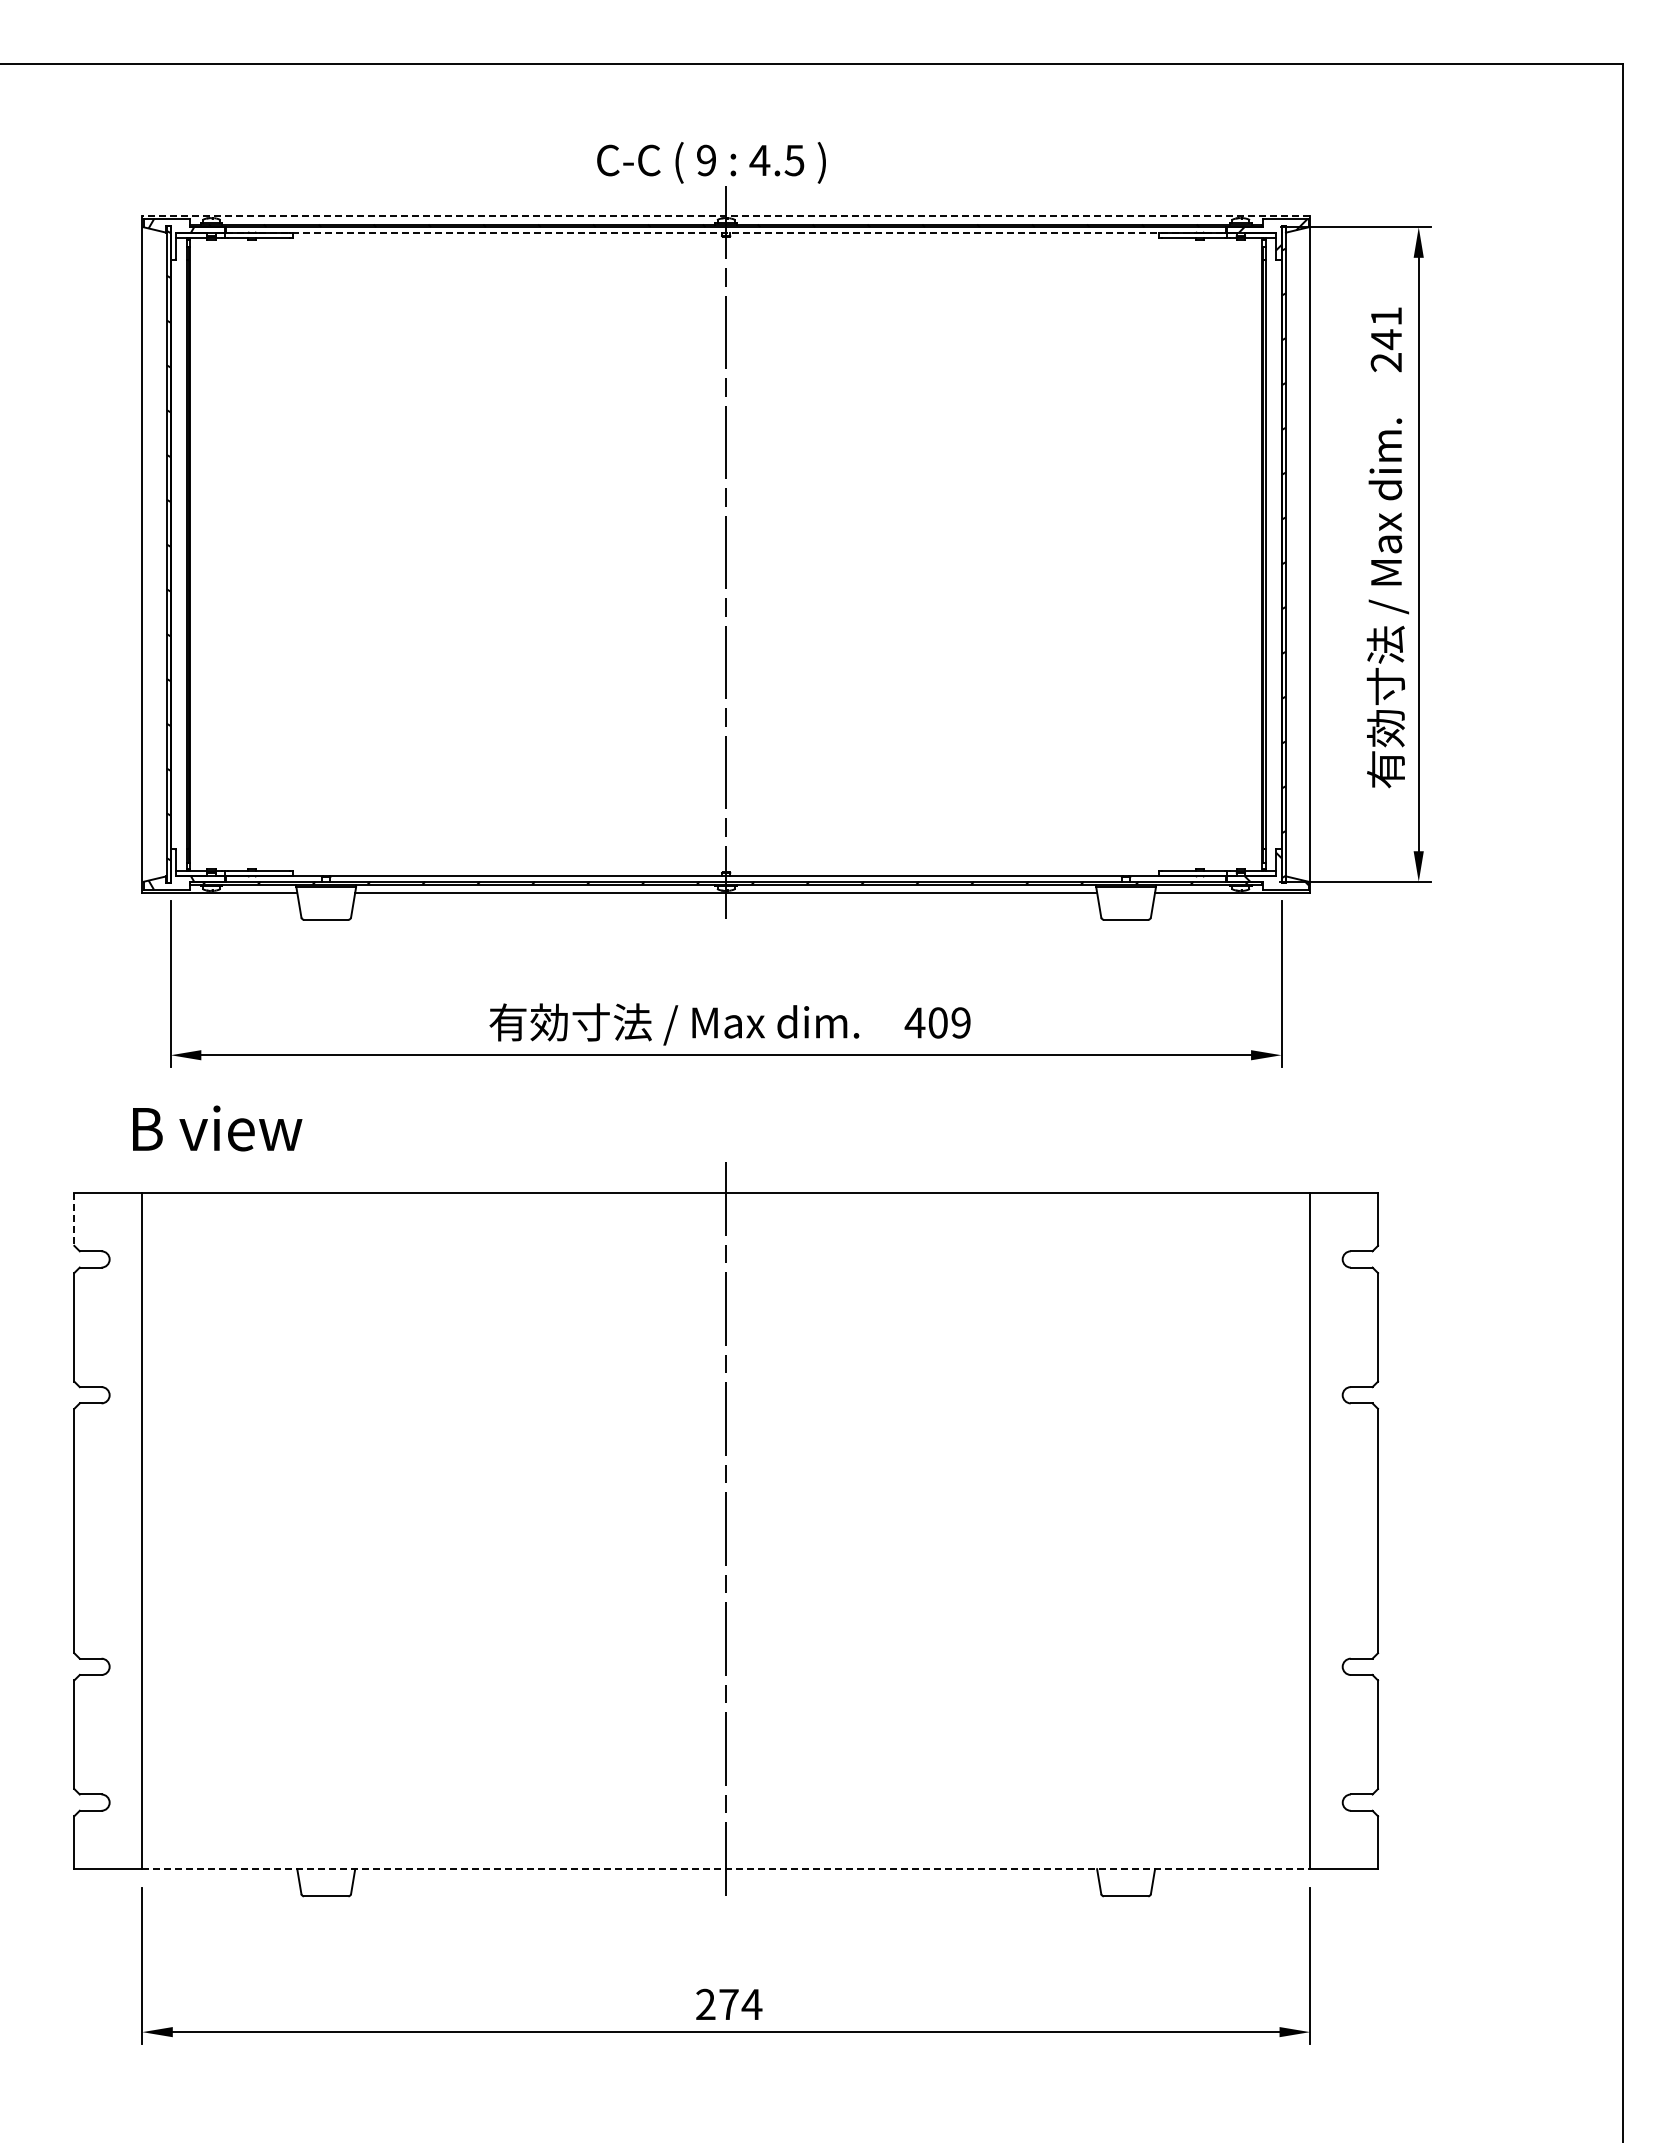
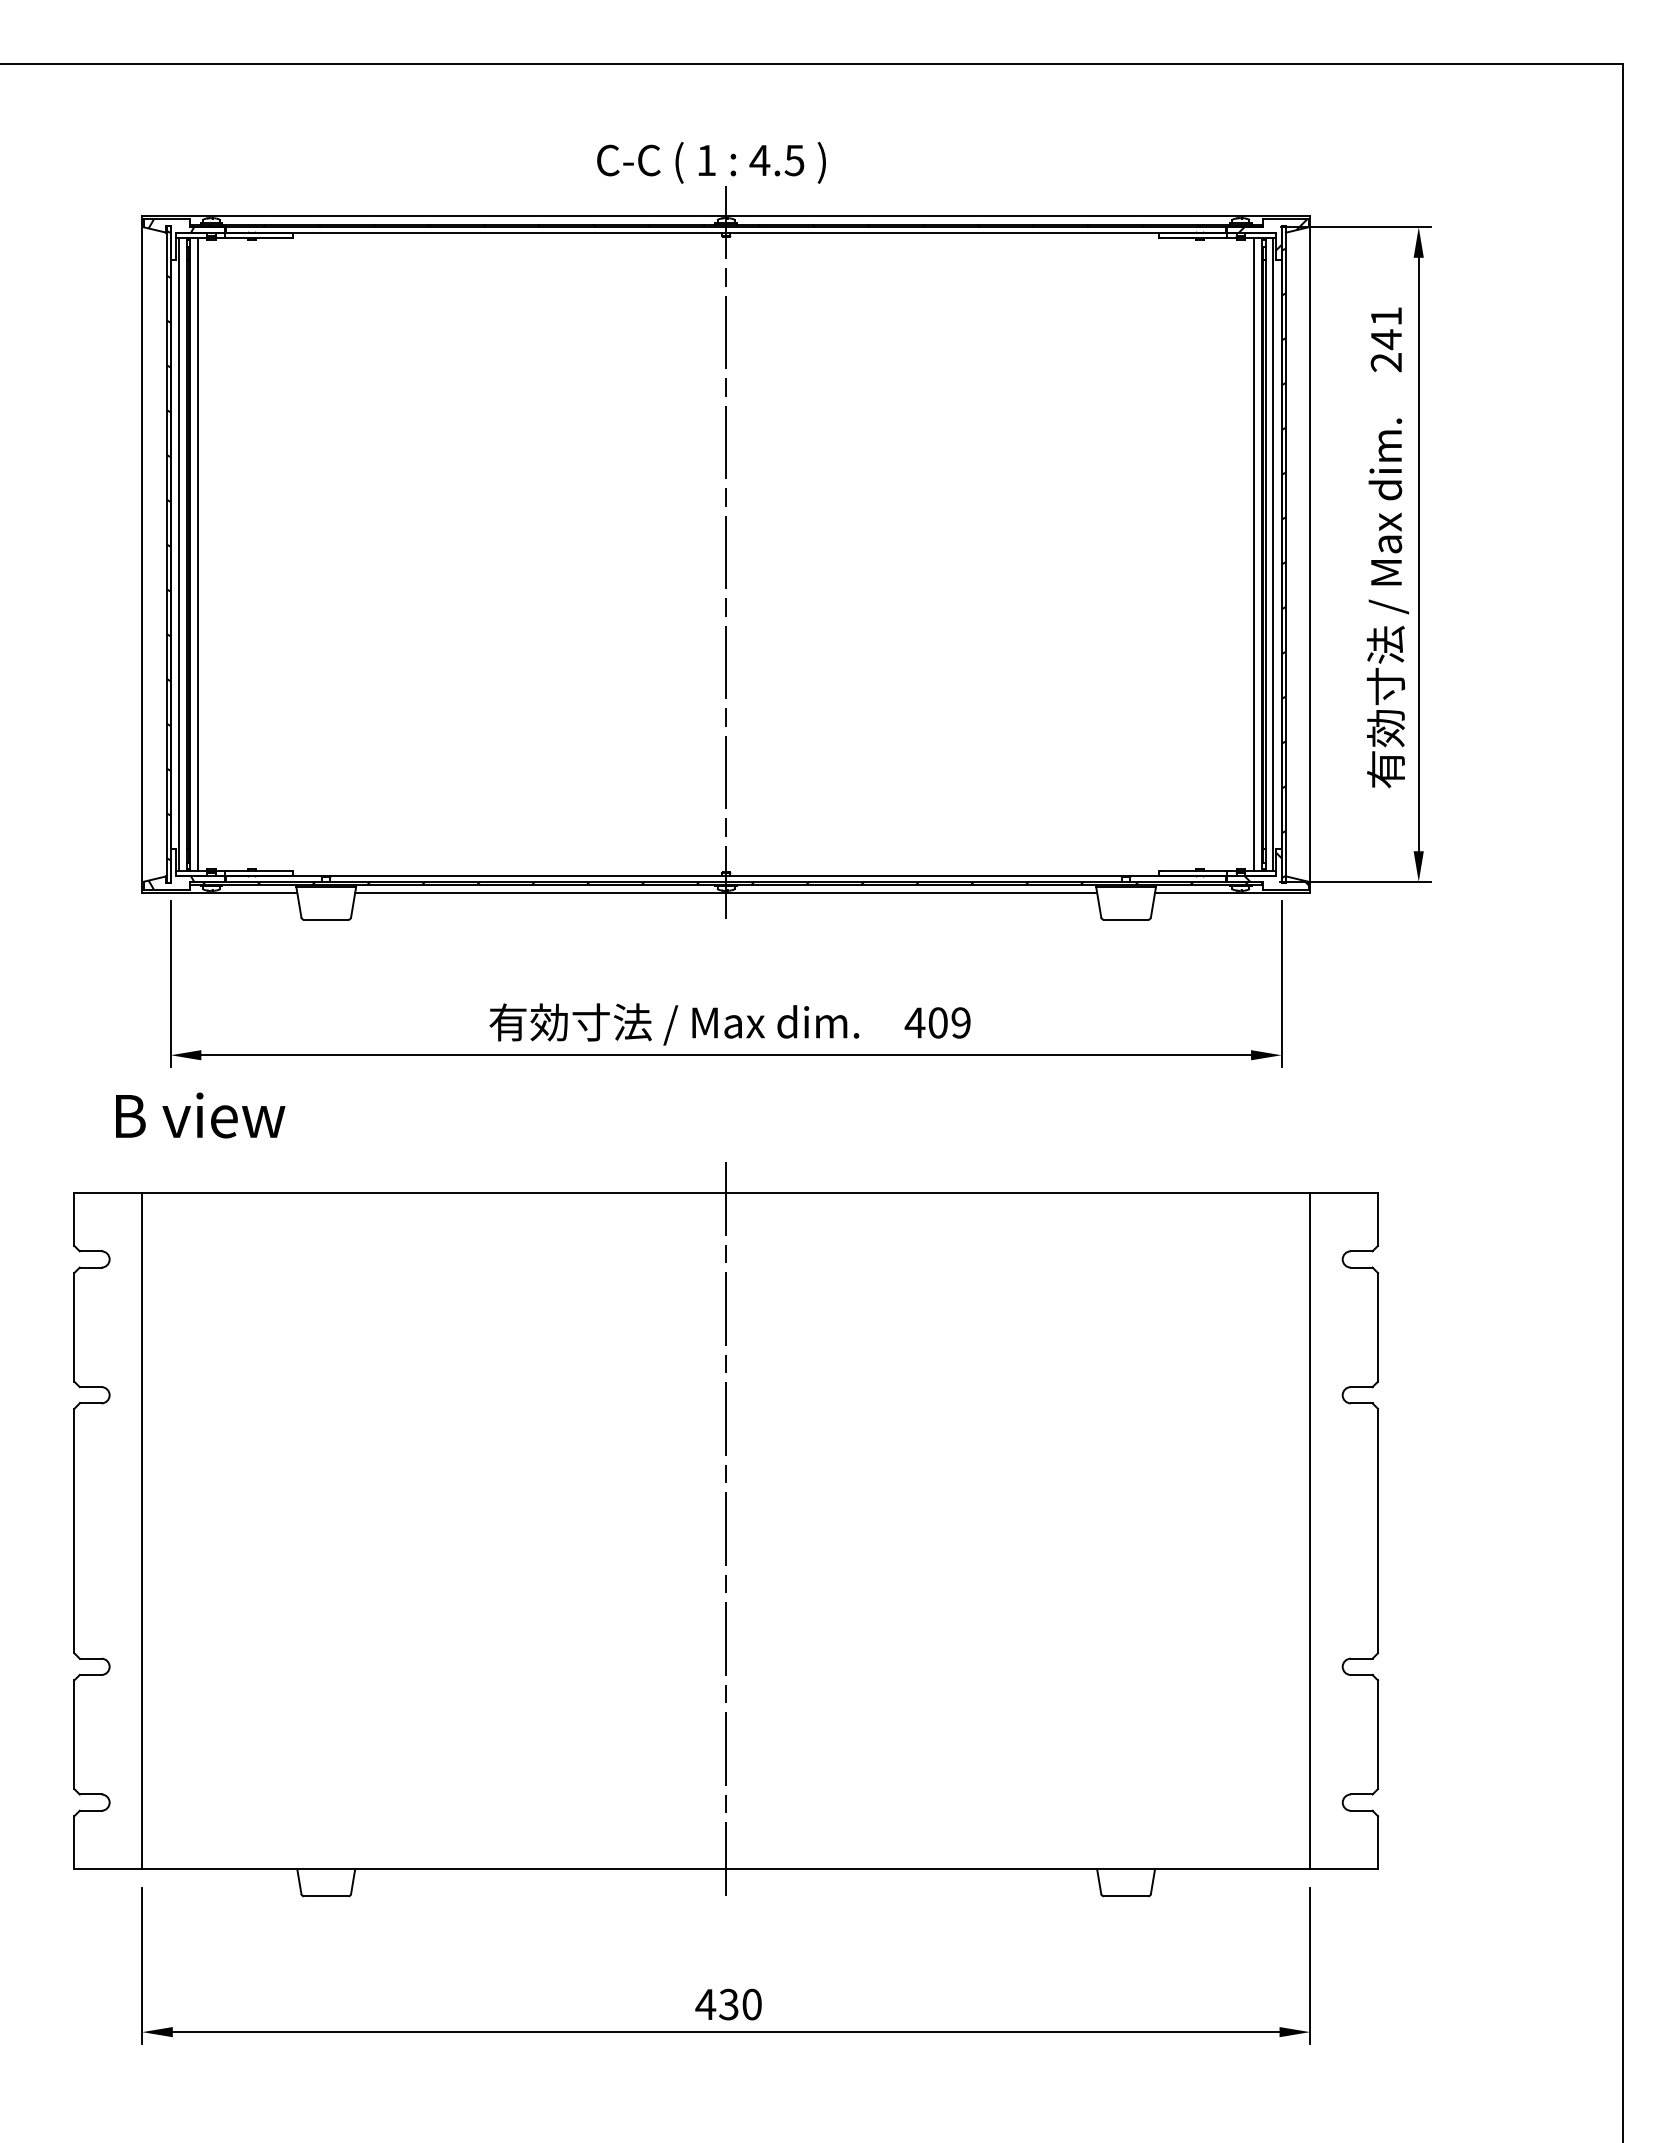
text at (706, 160): 9 -> 1
line at (726, 216): dashed -> solid
line at (726, 232): dashed -> solid
line at (178, 554): none -> present
line at (197, 554): none -> present
line at (1254, 554): none -> present
line at (1273, 554): none -> present
text at (217, 1128) position: (217, 1128) -> (200, 1115)
line at (74, 1219): dashed -> solid
line at (726, 1869): dashed -> solid
text at (728, 2004): 274 -> 430
